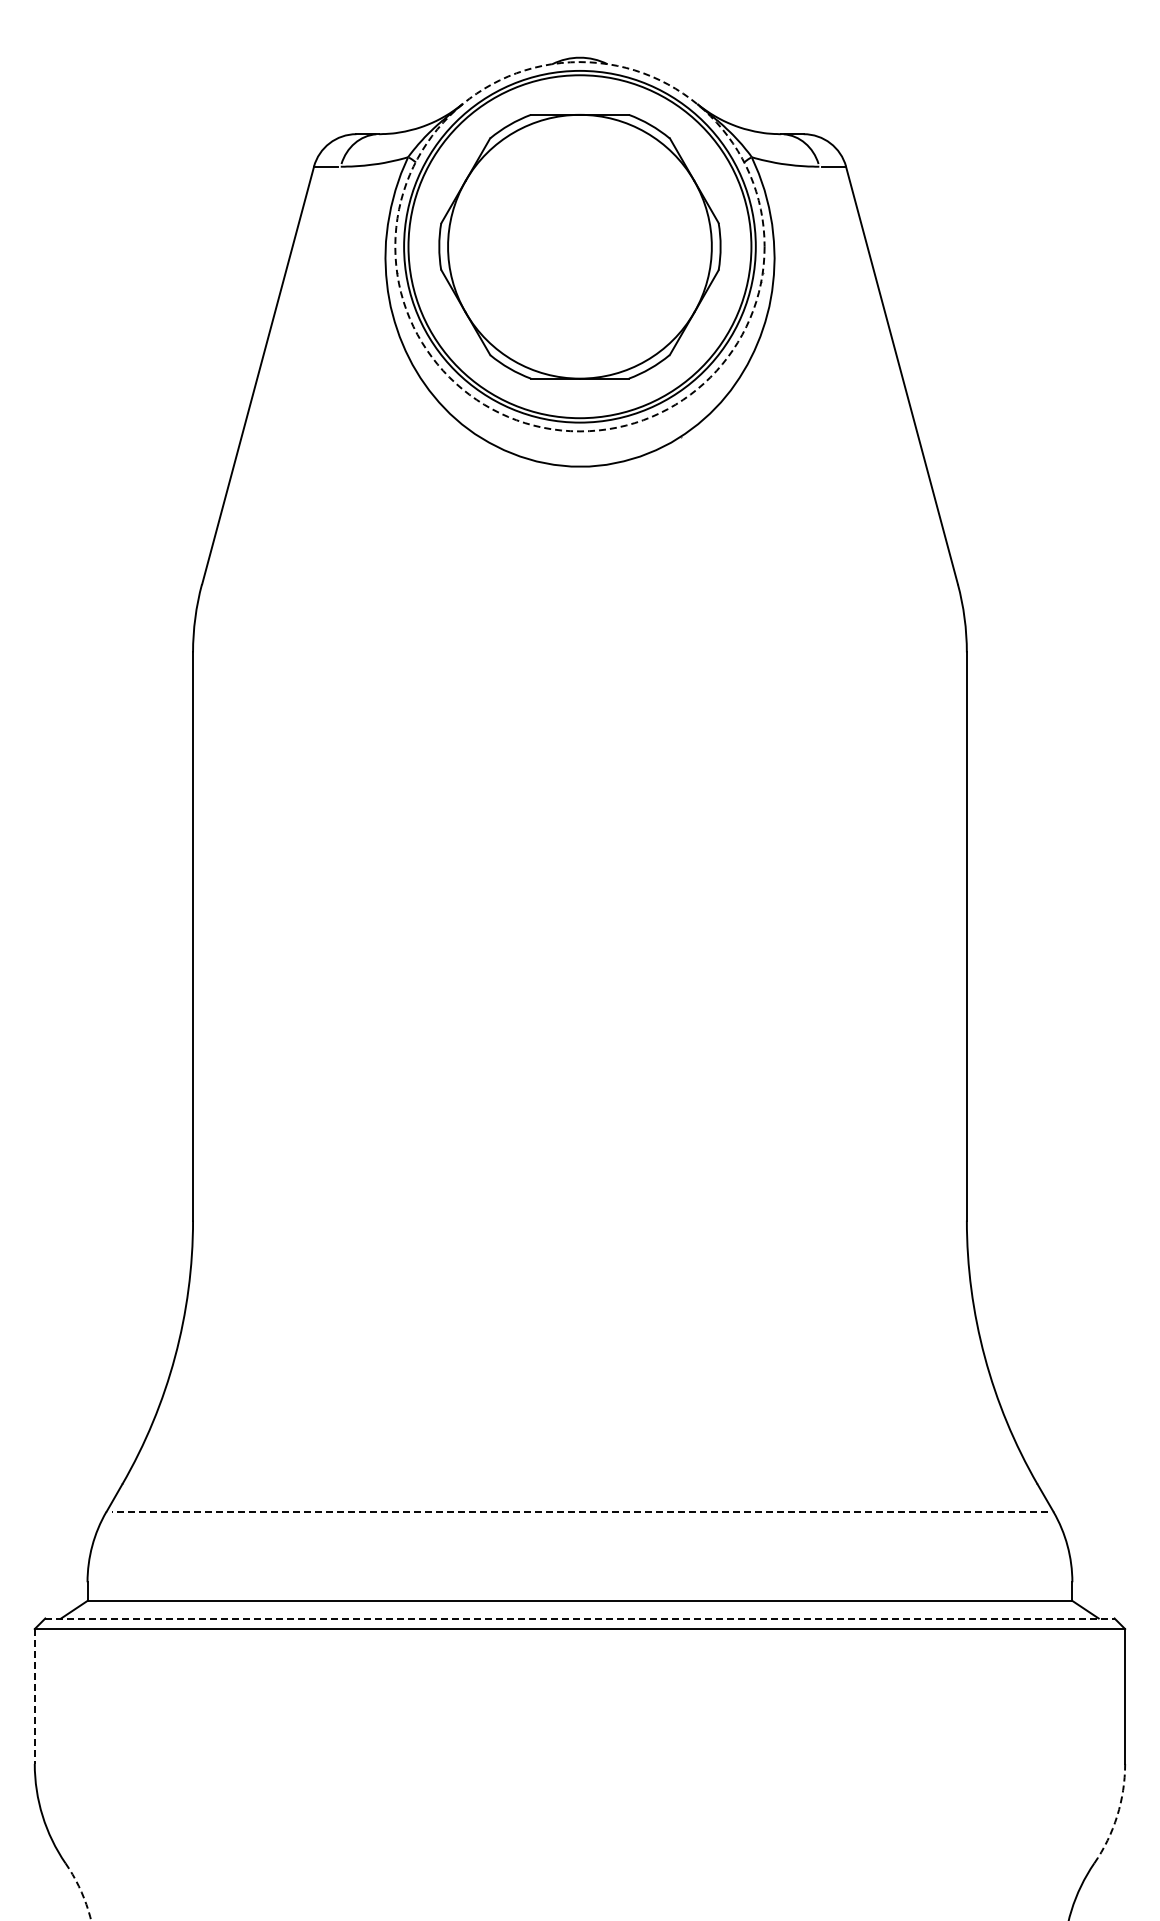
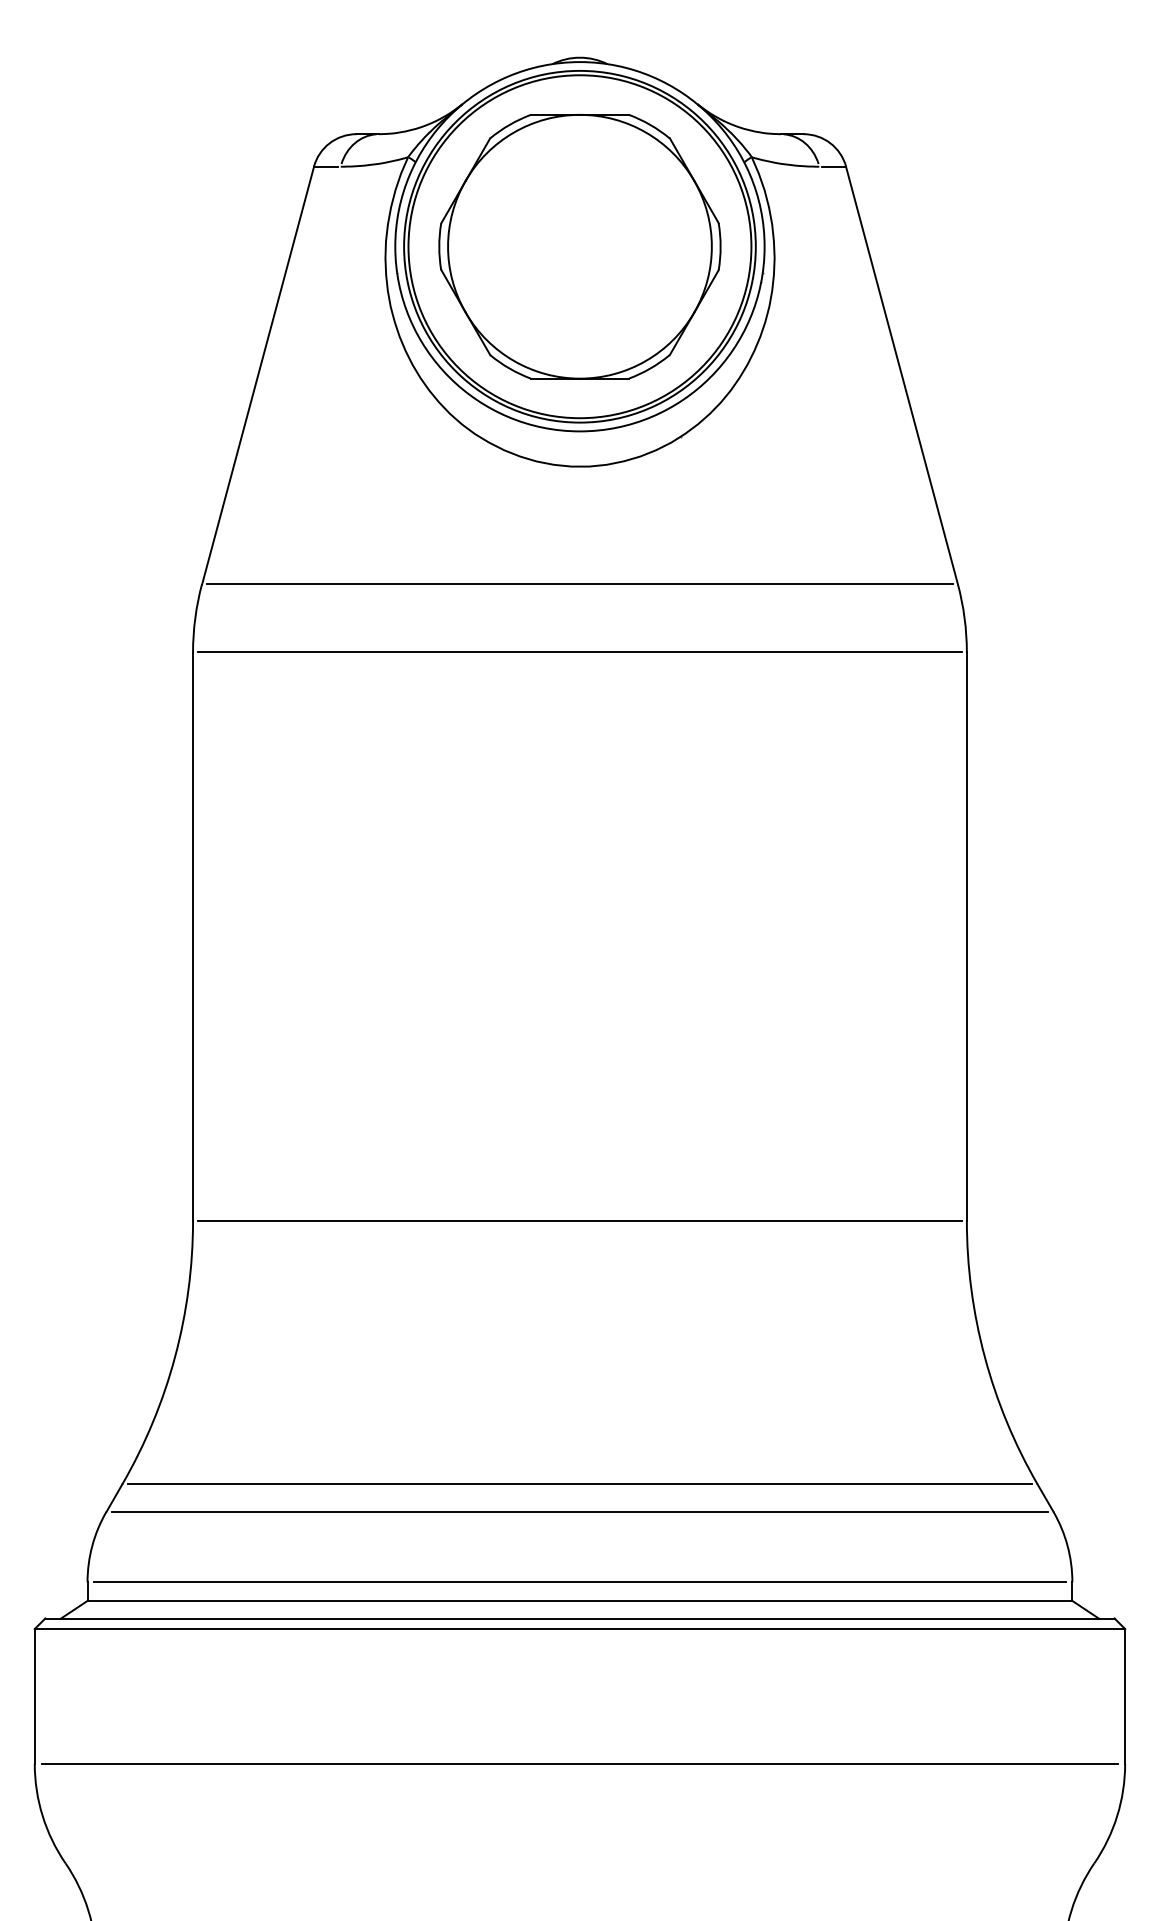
circle at (579, 246): dashed -> solid
line at (579, 584): none -> present
line at (579, 652): none -> present
line at (579, 1220): none -> present
line at (579, 1484): none -> present
line at (580, 1511): dashed -> solid
line at (579, 1582): none -> present
line at (579, 1618): dashed -> solid
line at (34, 1697): dashed -> solid
line at (579, 1763): none -> present
arc at (1117, 1815): dashed -> solid
arc at (80, 1890): dashed -> solid
